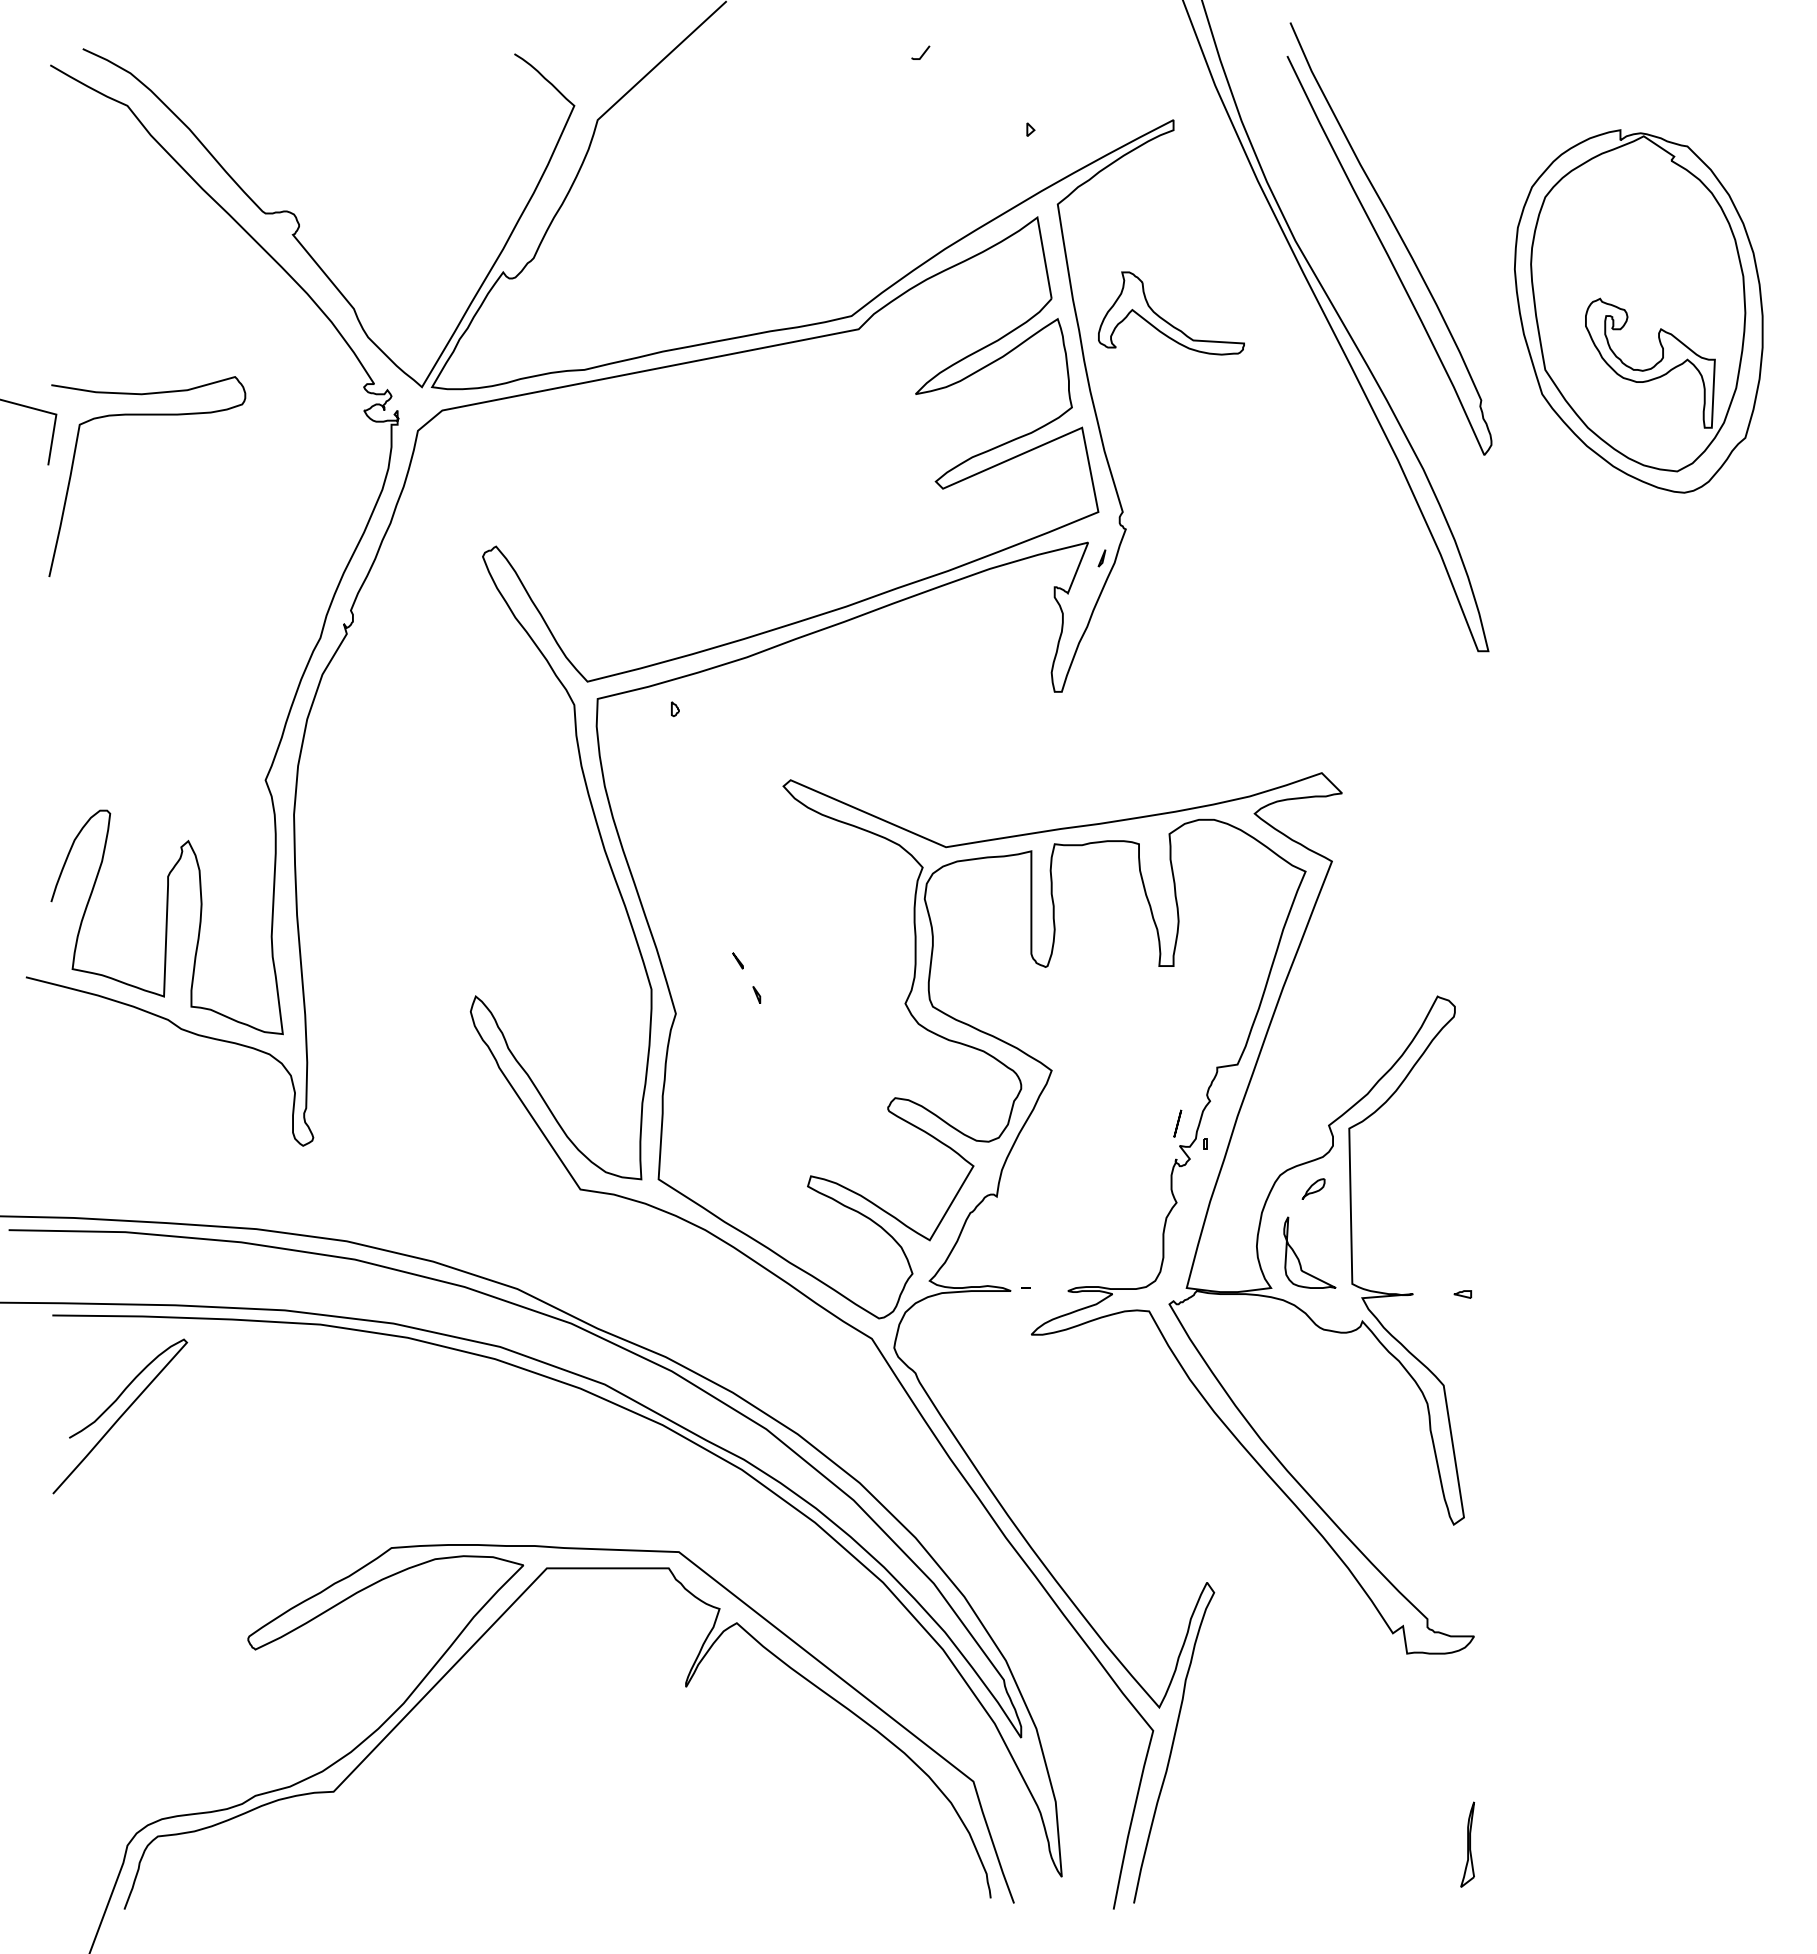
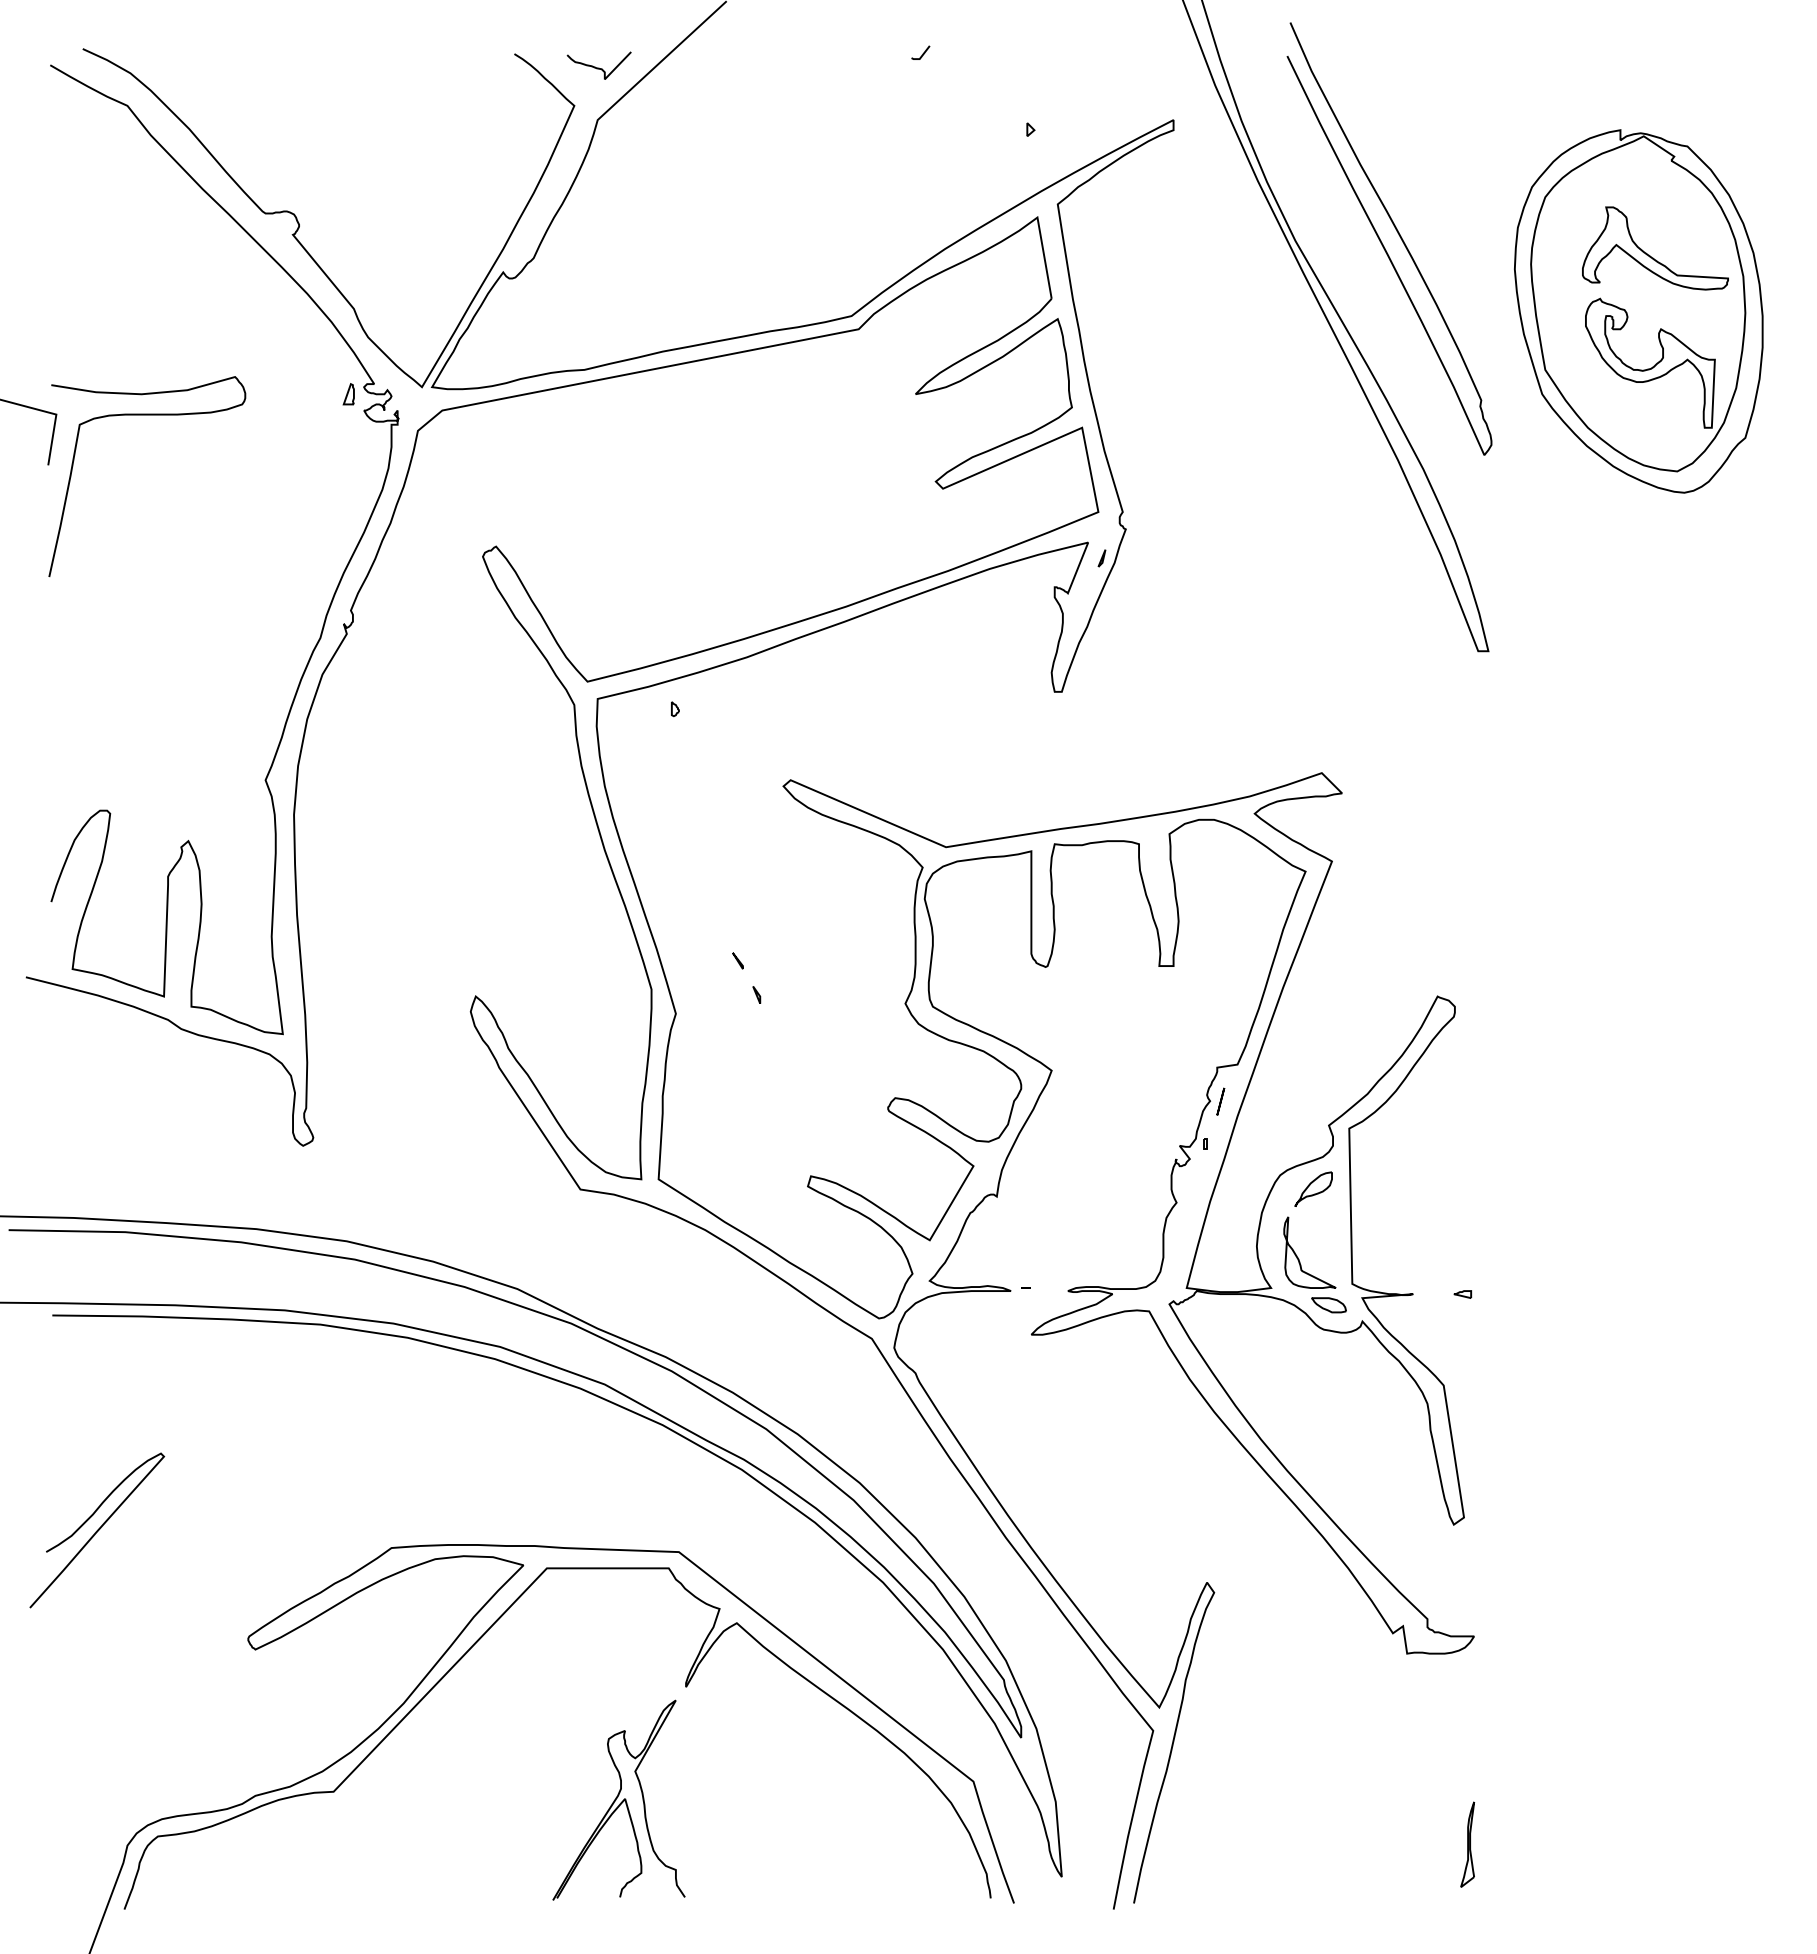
curve at (598, 67): none -> present
part at (1166, 320) position: (1166, 320) -> (1650, 255)
part at (348, 394): none -> present
line at (1177, 1123) position: (1177, 1123) -> (1220, 1101)
part at (1313, 1188) size: 25x22 px -> 39x36 px
part at (1328, 1305): none -> present
curve at (120, 1416) position: (120, 1416) -> (97, 1530)
part at (618, 1799): none -> present
